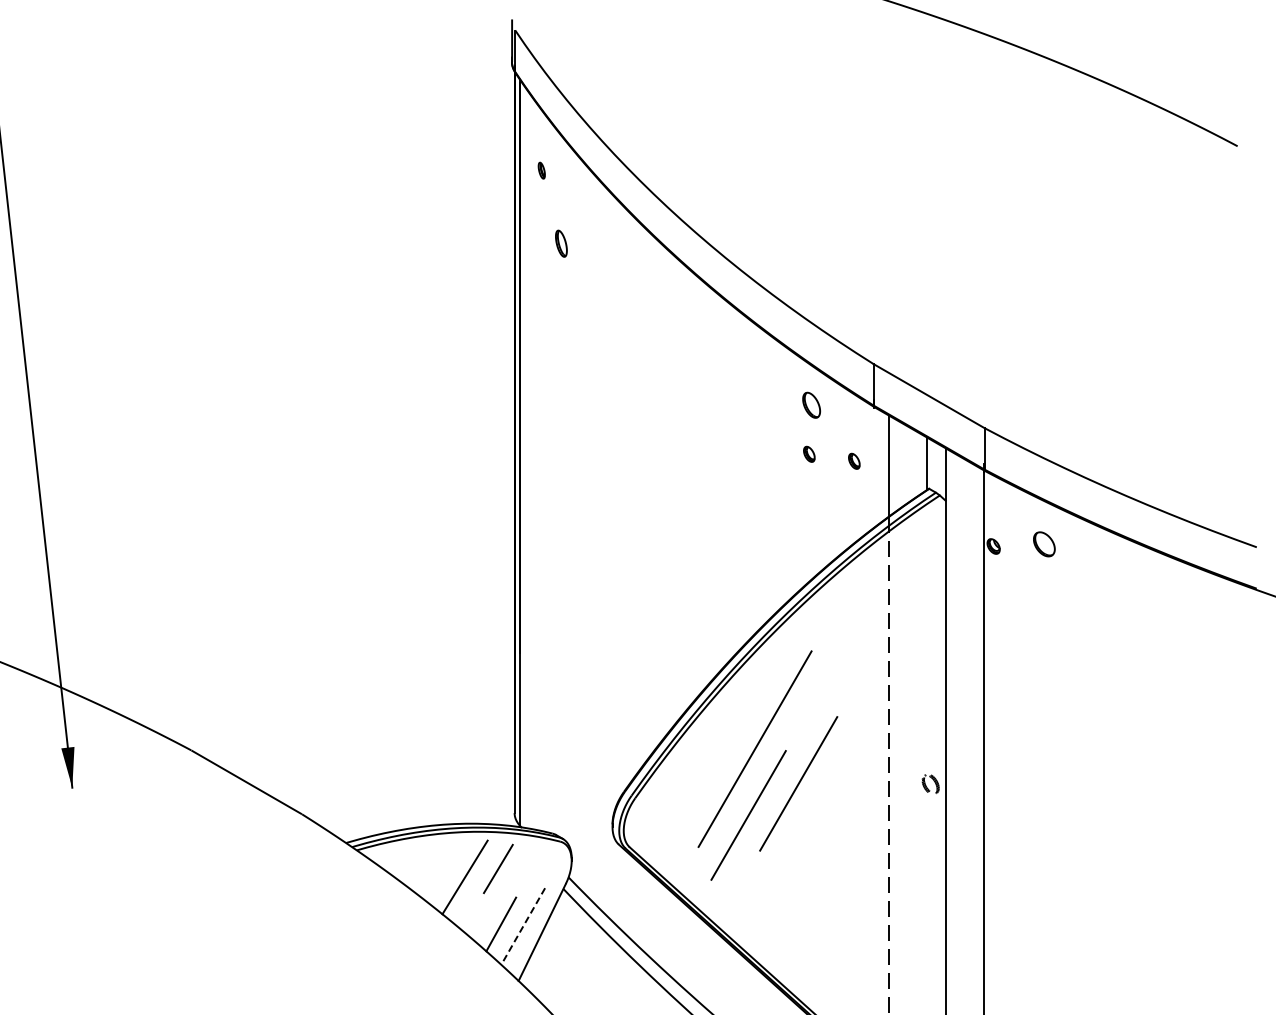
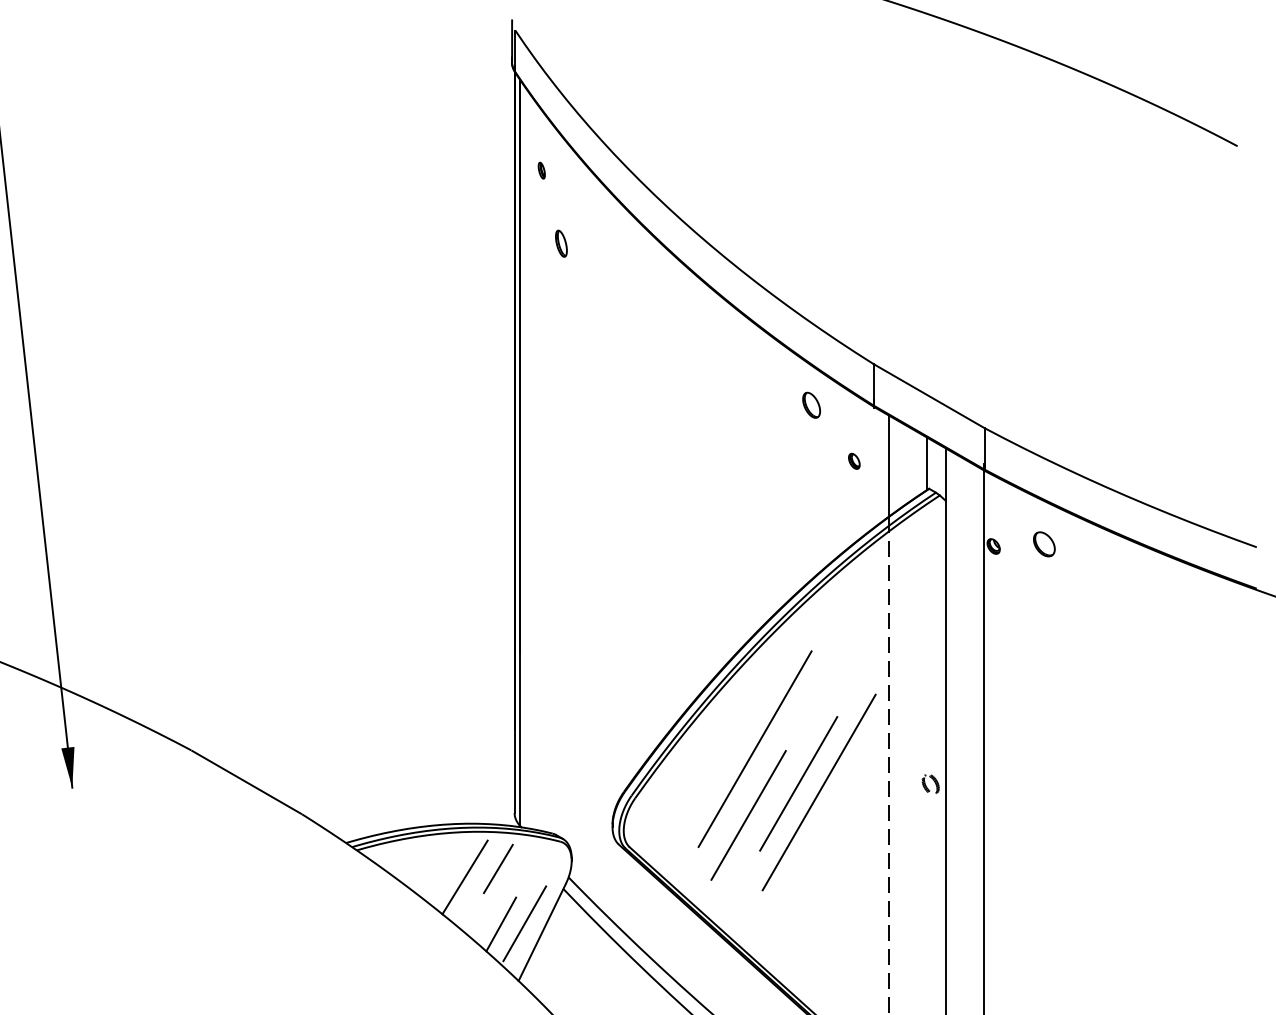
part at (809, 453): present -> none
line at (818, 792): none -> present
line at (525, 923): dashed -> solid
